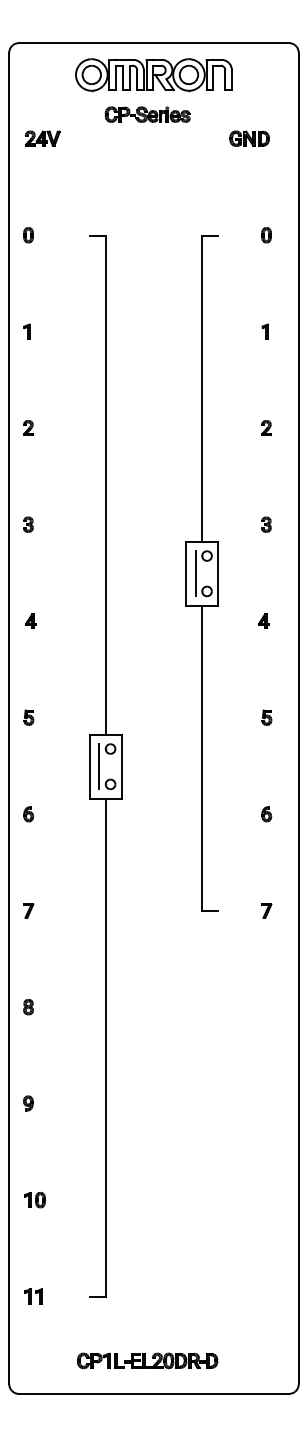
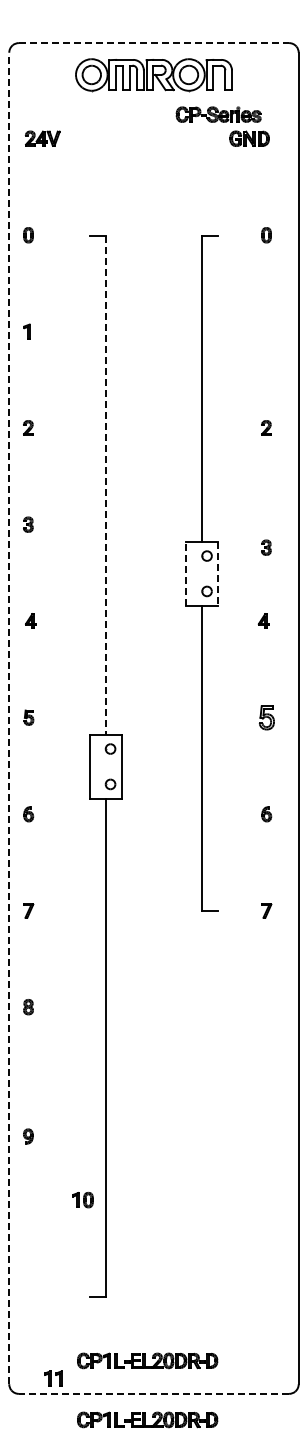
line at (154, 43): solid -> dashed
part at (147, 114) position: (147, 114) -> (218, 114)
part at (264, 331): present -> none
line at (105, 485): solid -> dashed
part at (266, 524) position: (266, 524) -> (266, 547)
line at (186, 573): solid -> dashed
line at (195, 573): present -> none
line at (218, 574): solid -> dashed
part at (266, 717) size: 12x17 px -> 17x26 px
line at (9, 718): solid -> dashed
line at (99, 766): present -> none
part at (28, 1103) position: (28, 1103) -> (28, 1136)
part at (34, 1199) position: (34, 1199) -> (82, 1199)
part at (33, 1296) position: (33, 1296) -> (53, 1378)
line at (153, 1393): solid -> dashed
part at (147, 1419): none -> present
